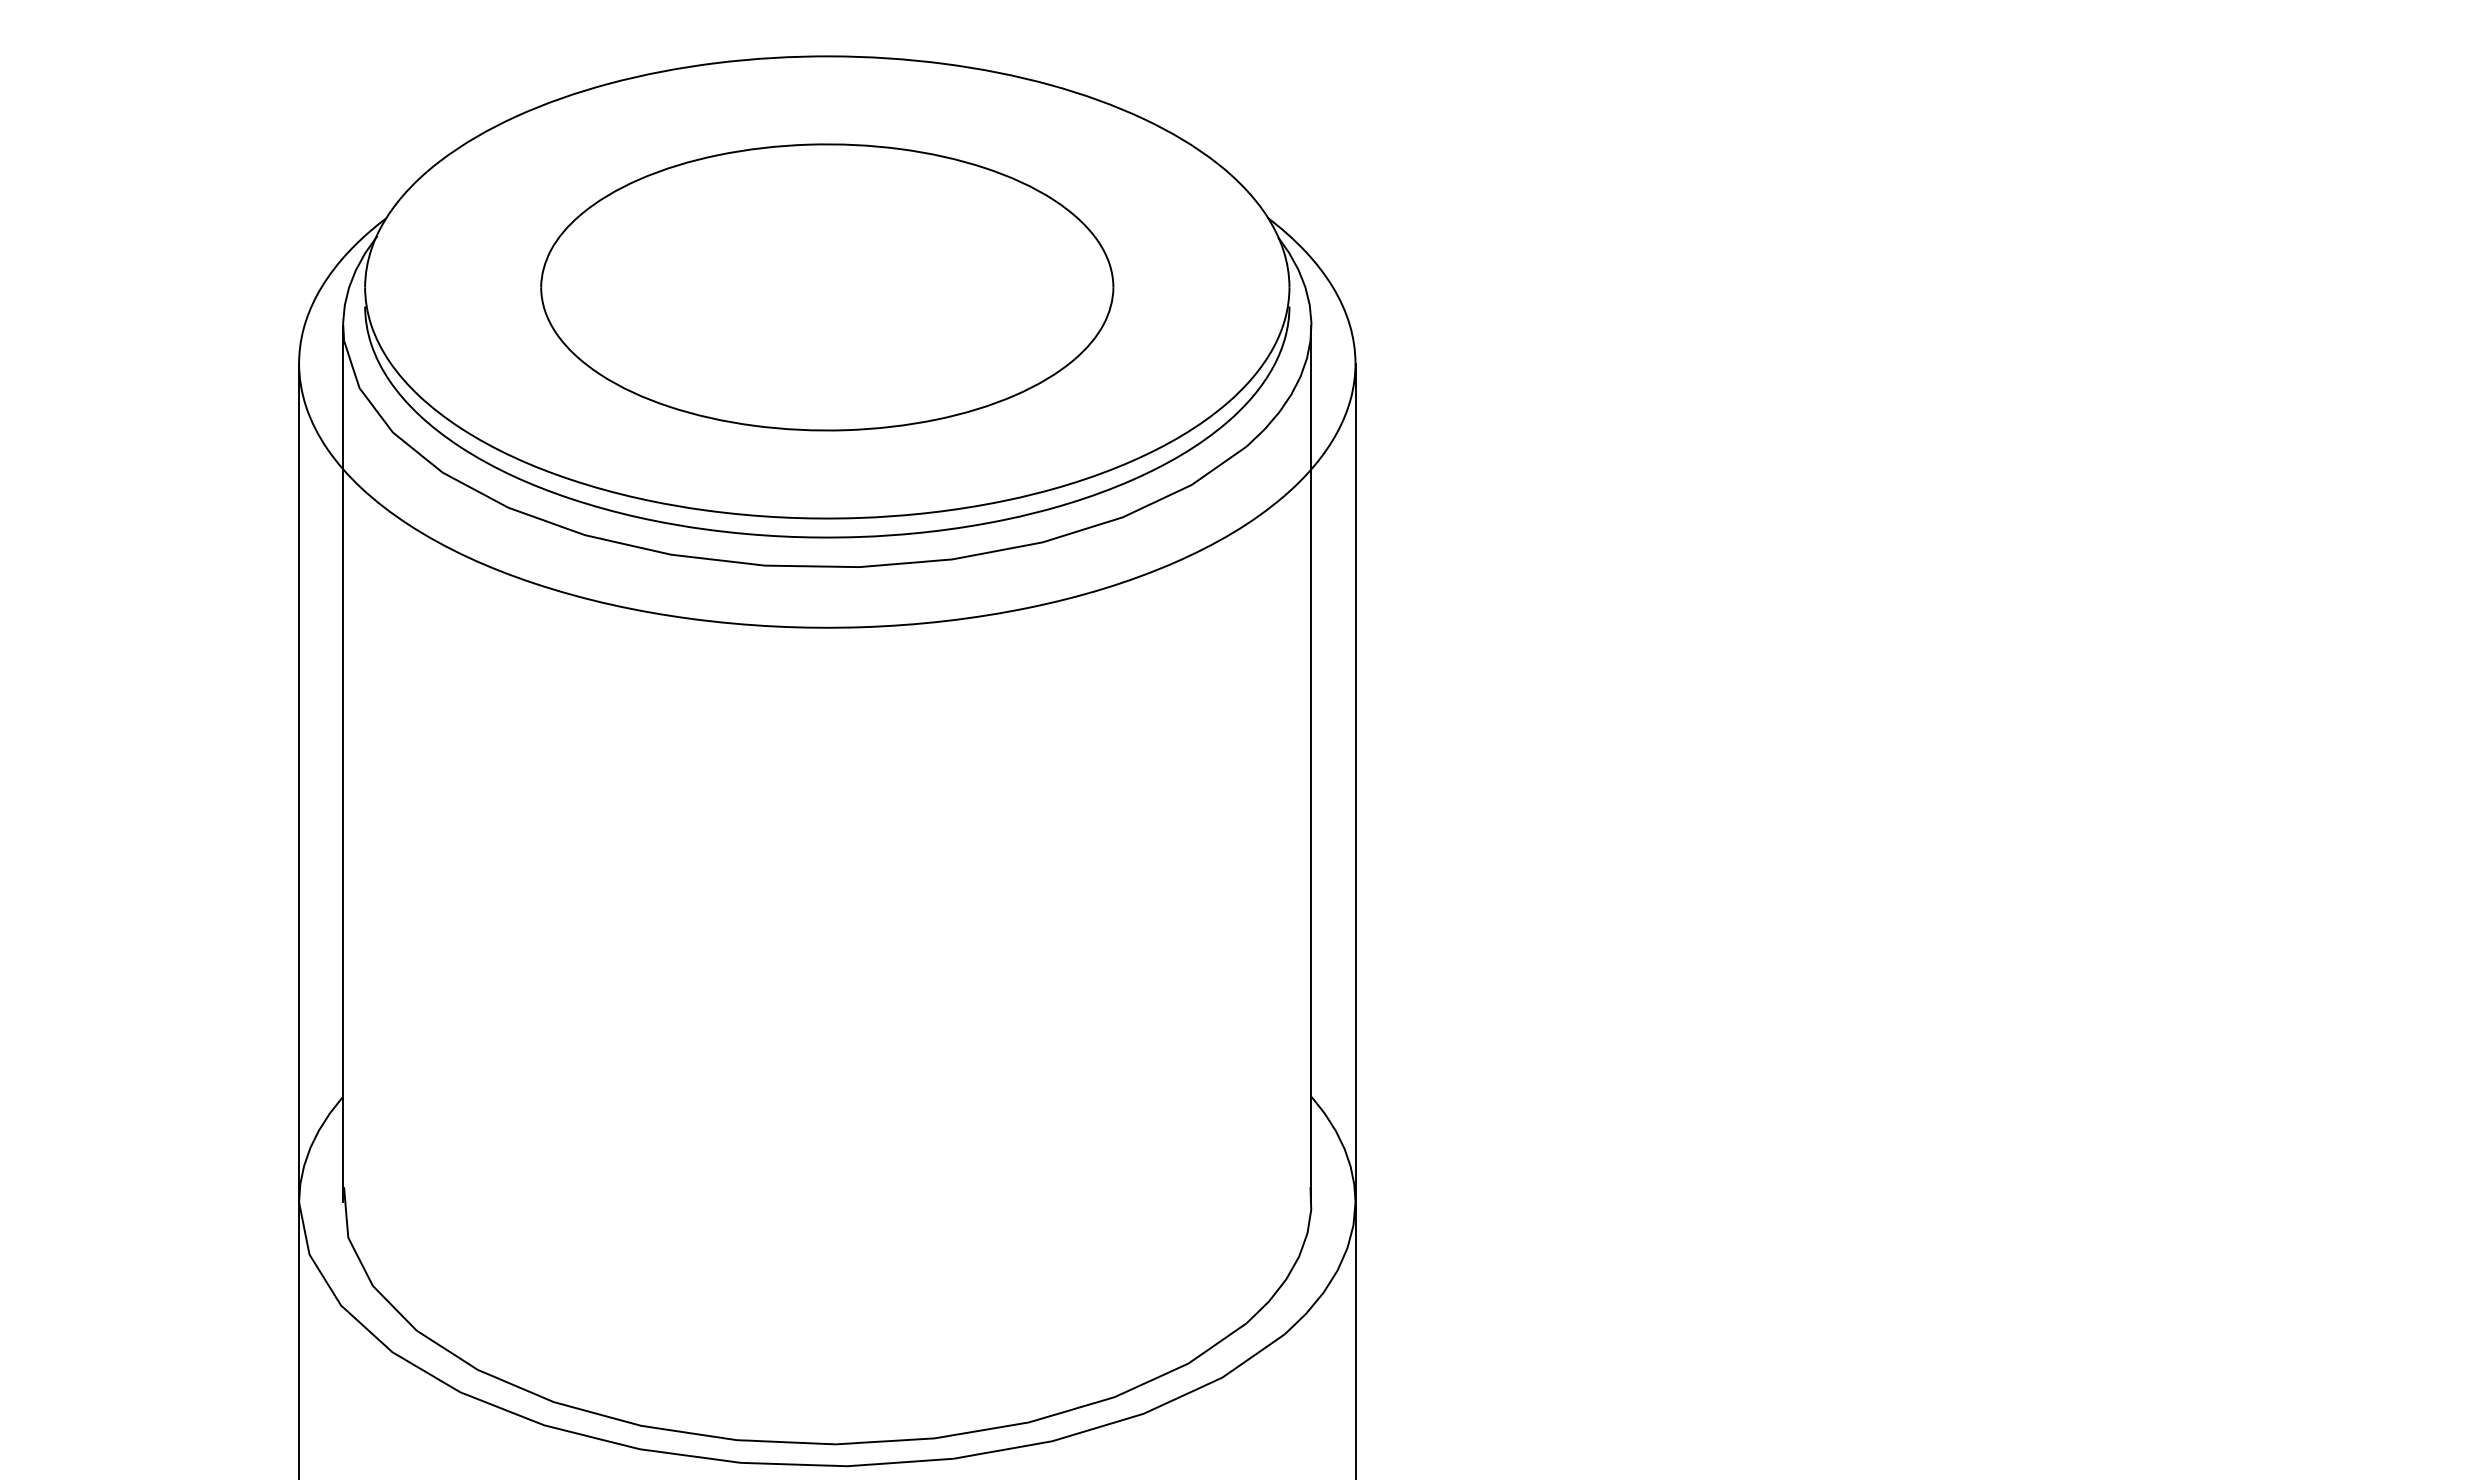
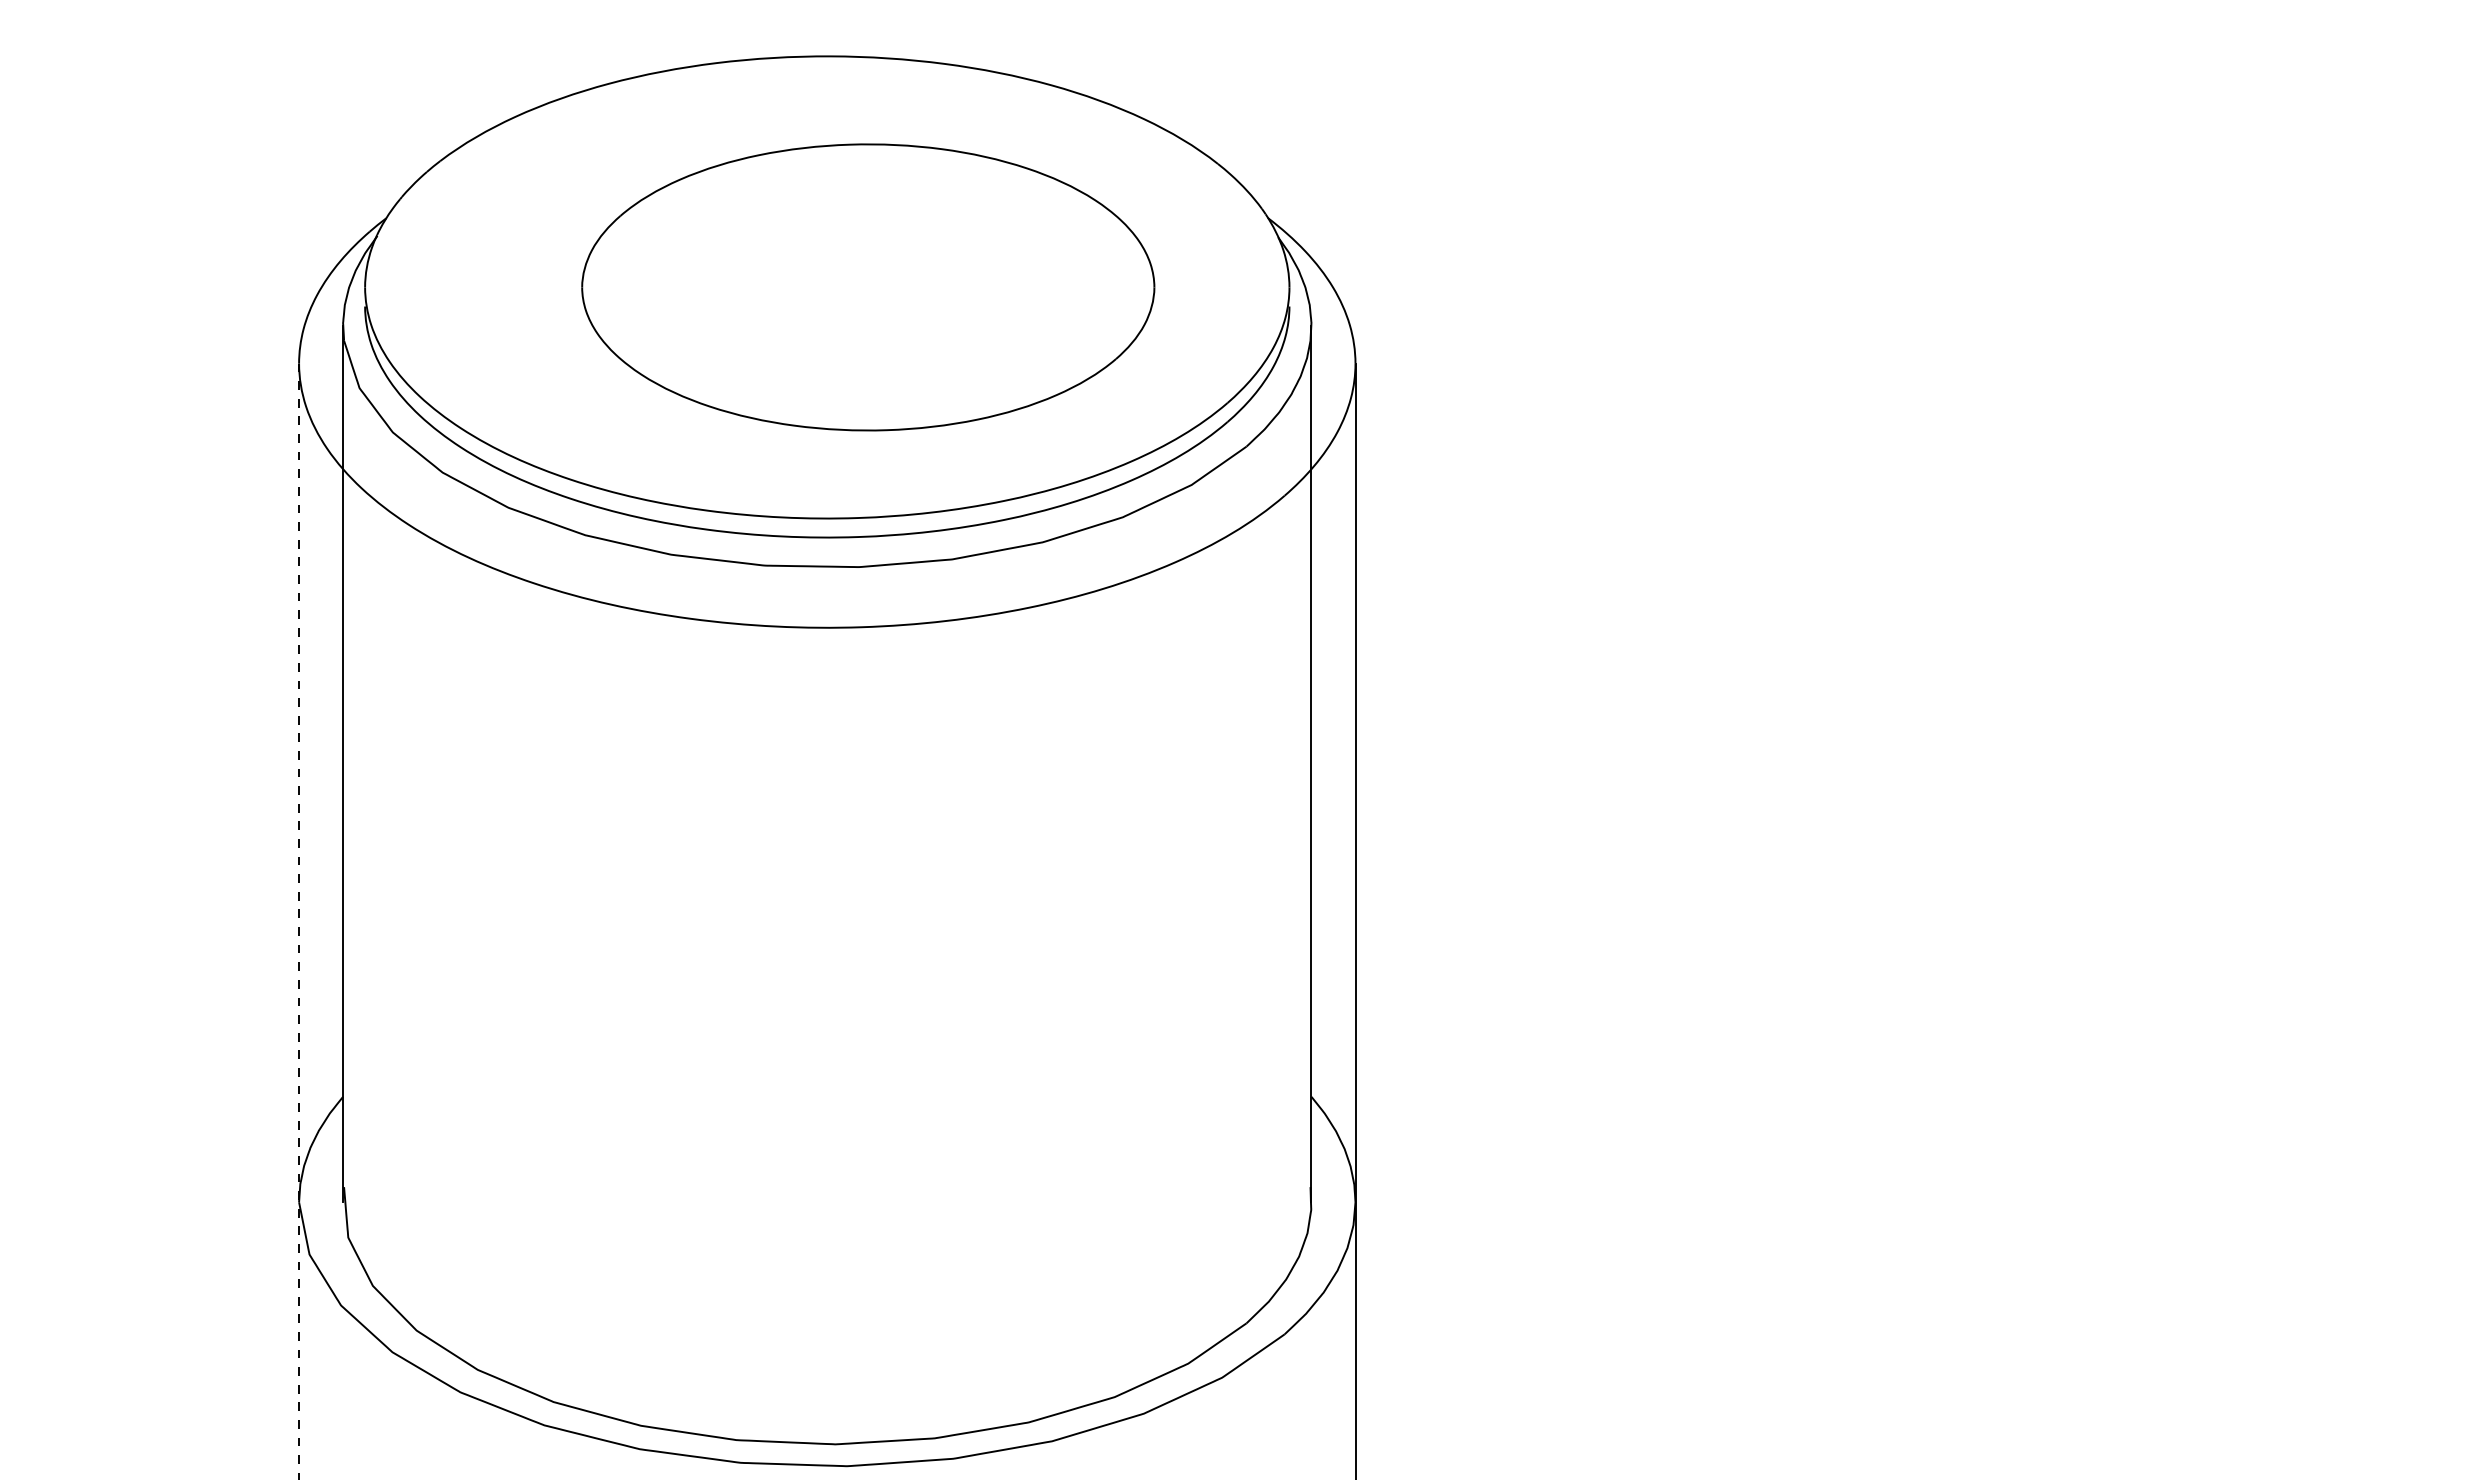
part at (827, 287) position: (827, 287) -> (868, 287)
line at (299, 921): solid -> dashed
